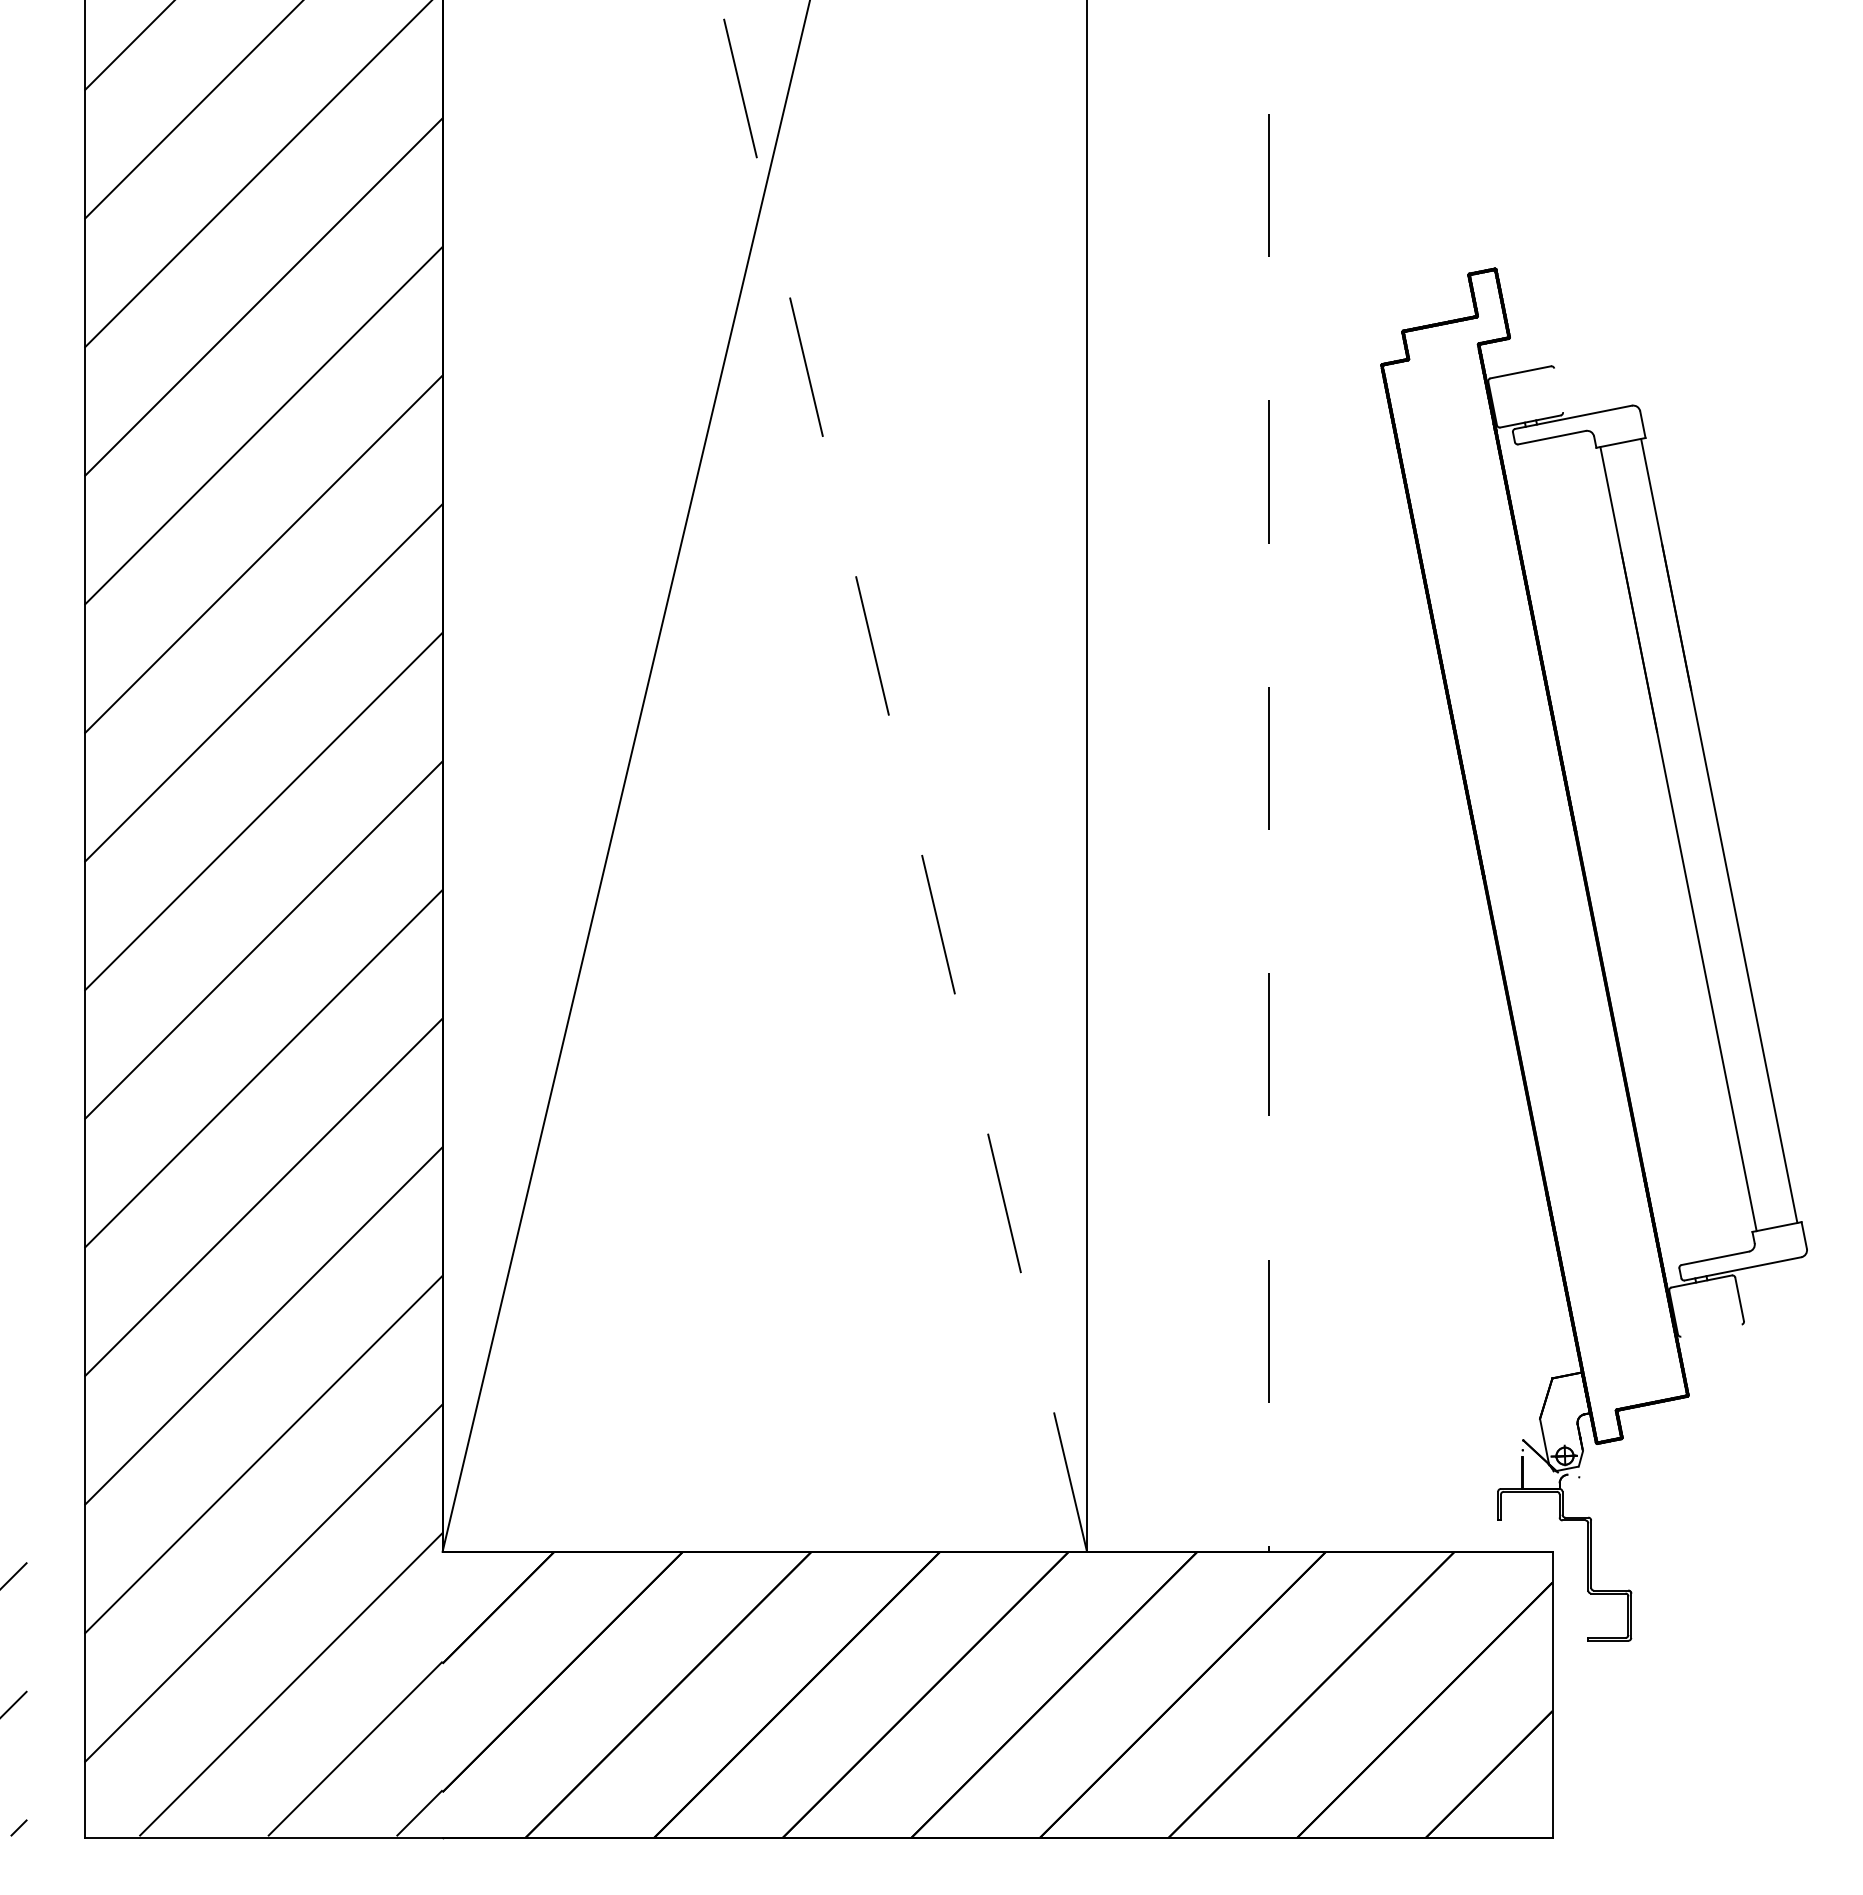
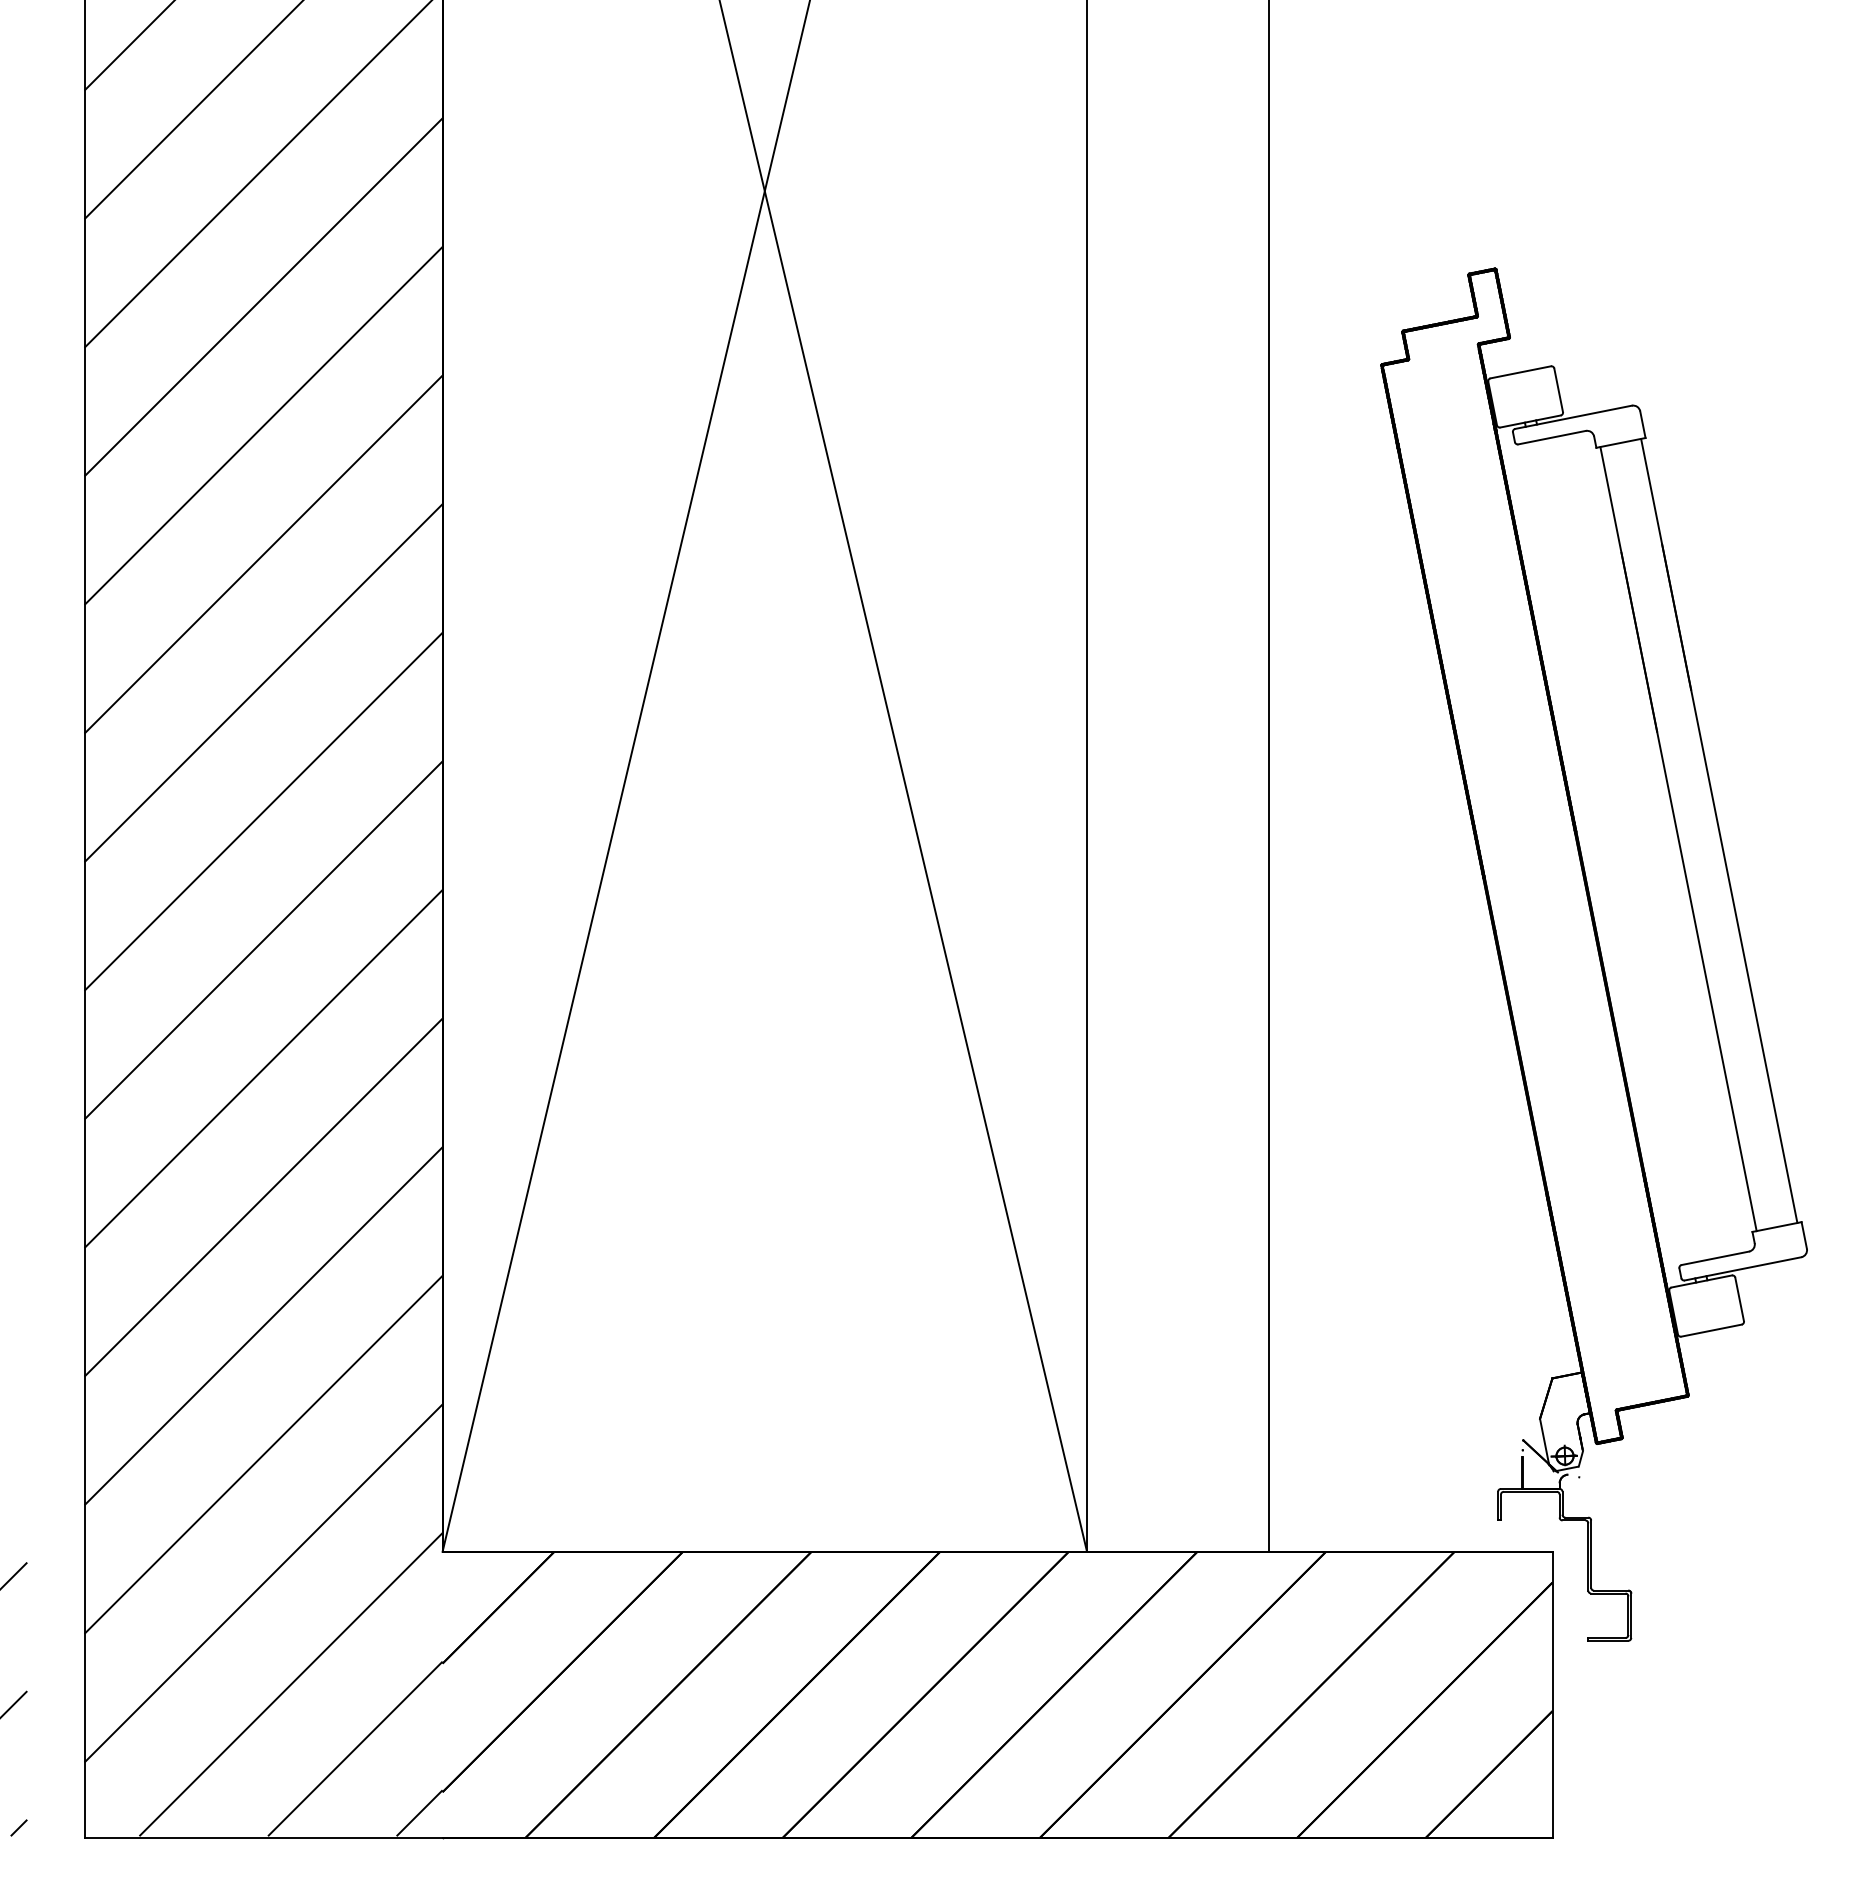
line at (1558, 390): none -> present
line at (903, 775): dashed -> solid
line at (1268, 776): dashed -> solid
line at (1711, 1330): none -> present
